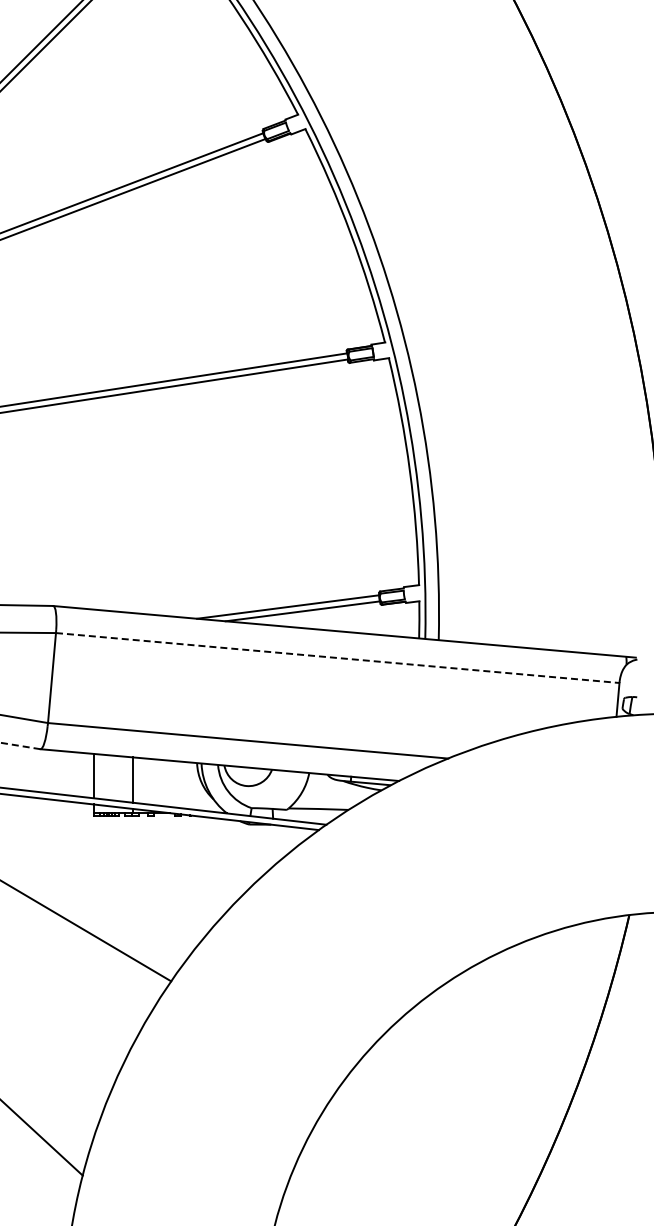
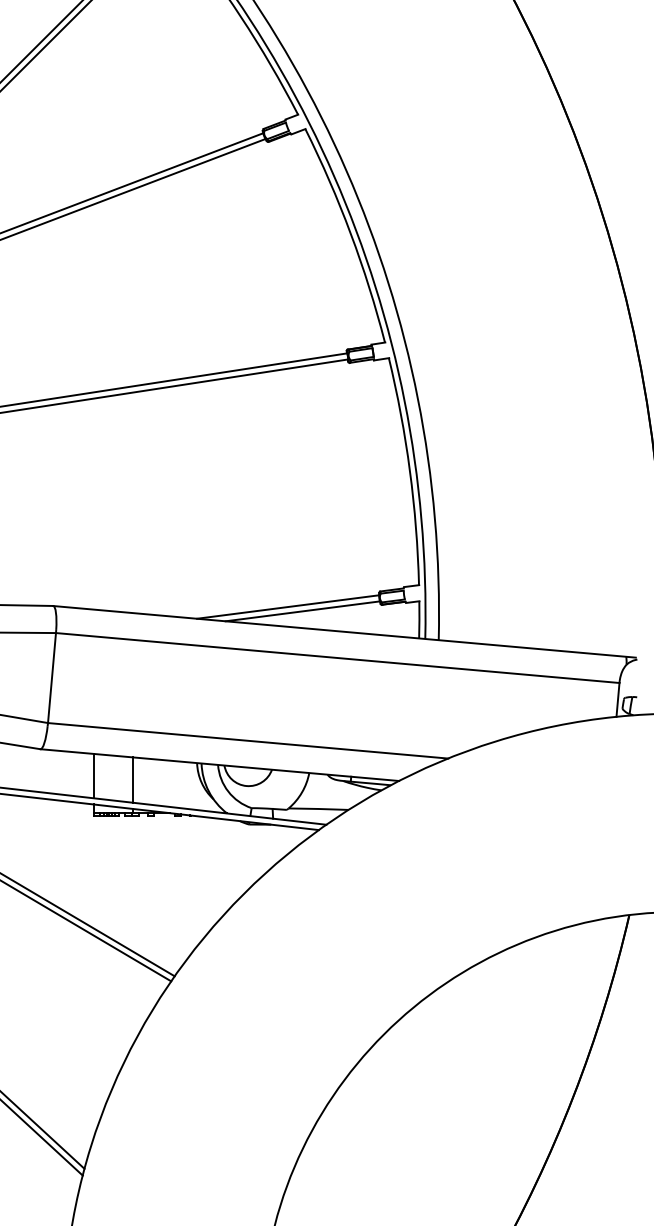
line at (337, 658): dashed -> solid
line at (19, 745): dashed -> solid
line at (88, 925): none -> present
line at (43, 1130): none -> present
